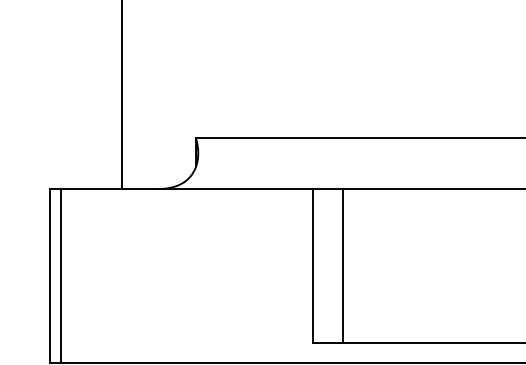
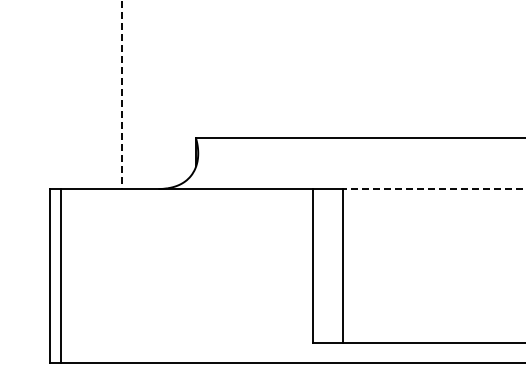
line at (122, 95): solid -> dashed
line at (434, 189): solid -> dashed
